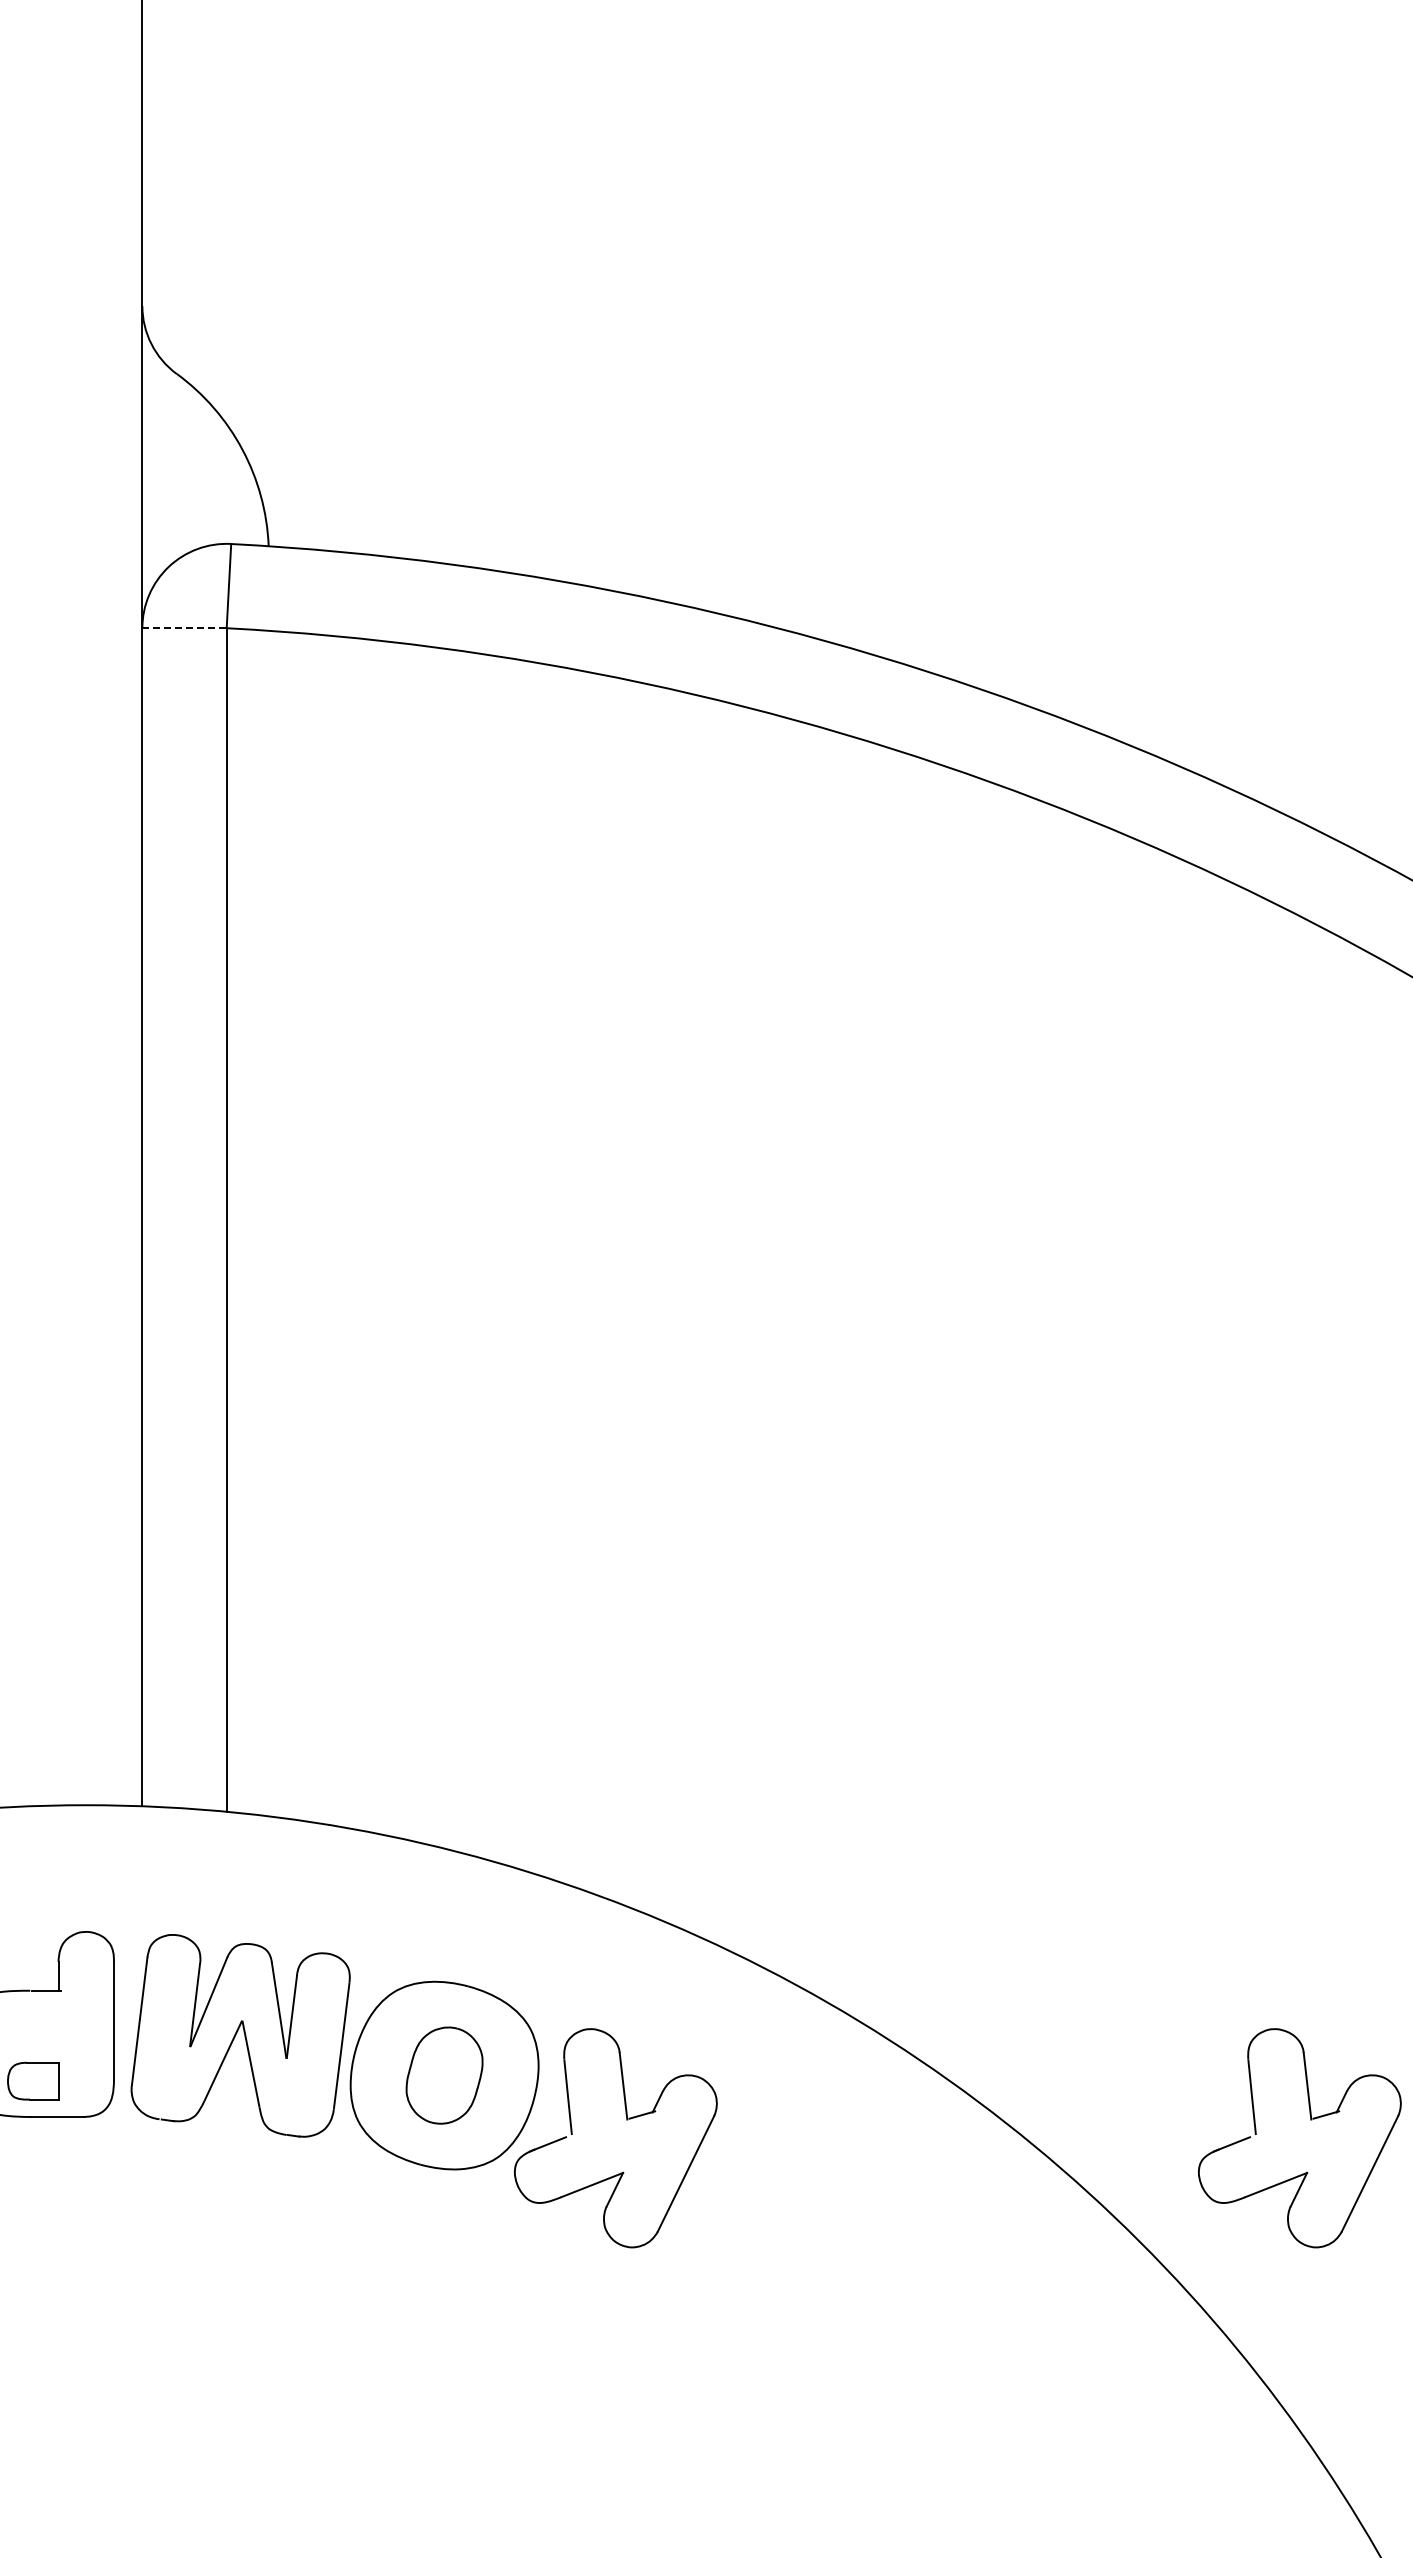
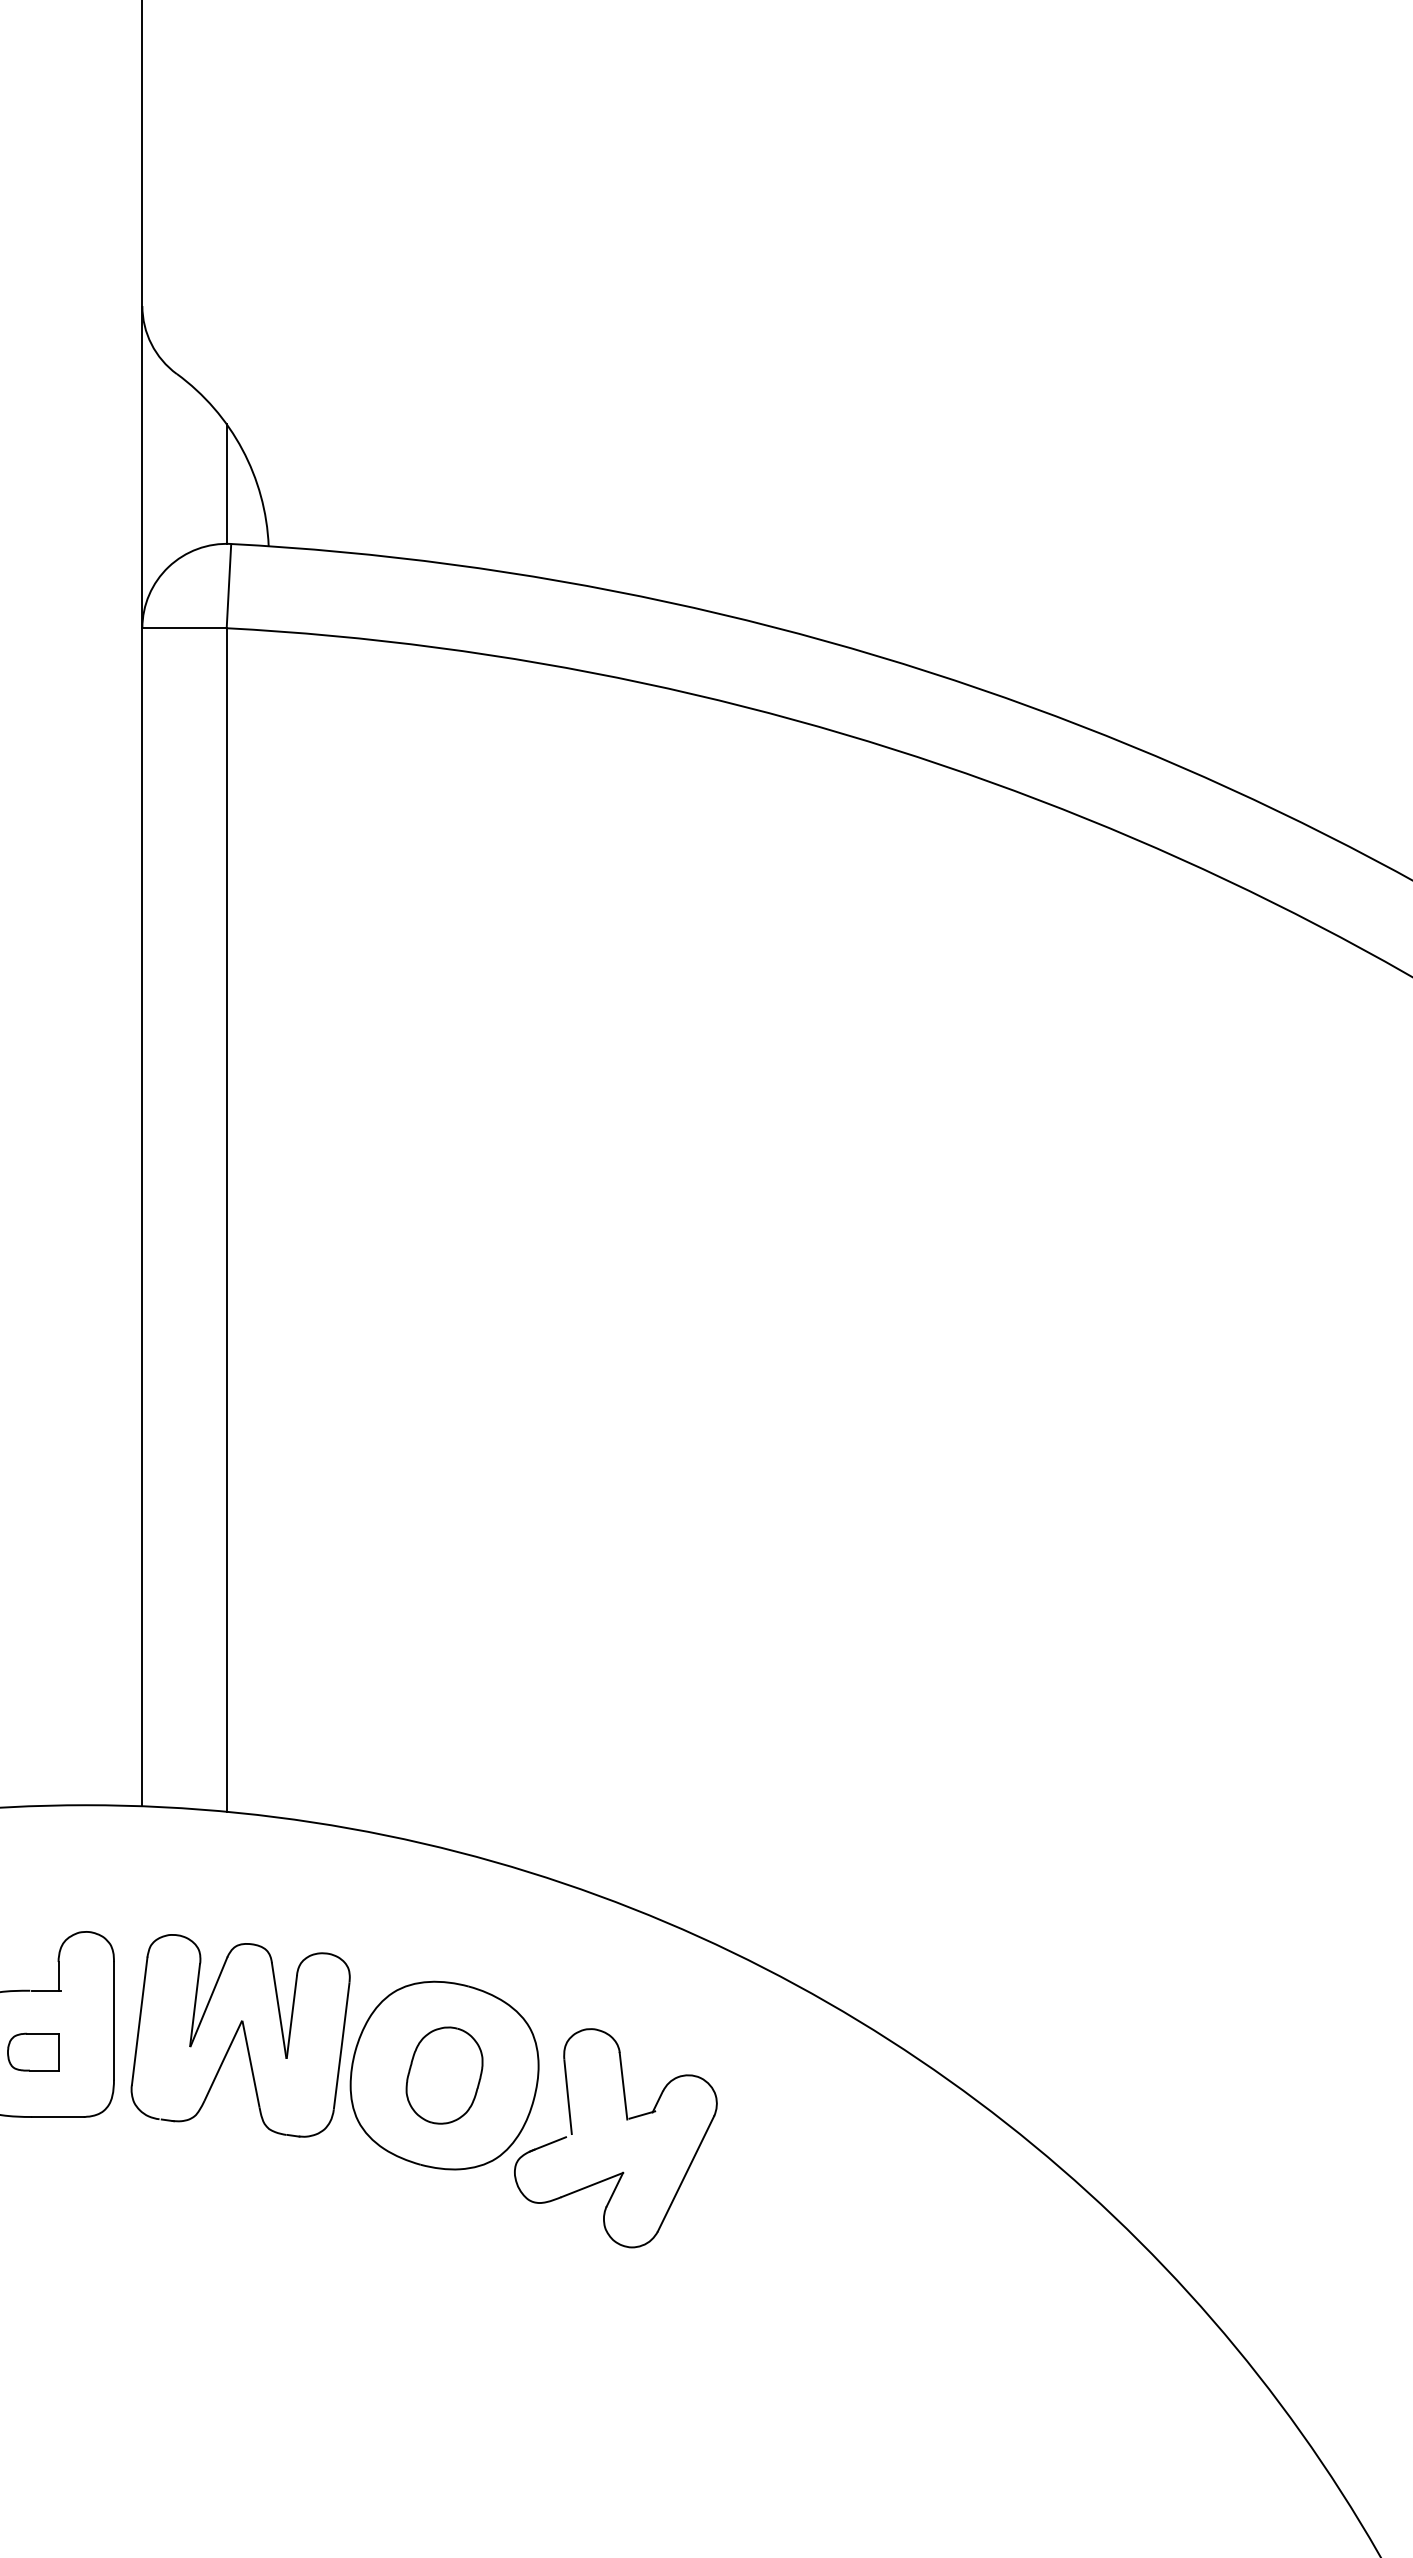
line at (226, 483): none -> present
line at (185, 628): dashed -> solid
part at (33, 2080) position: (33, 2080) -> (33, 2051)
part at (1310, 2120): present -> none
